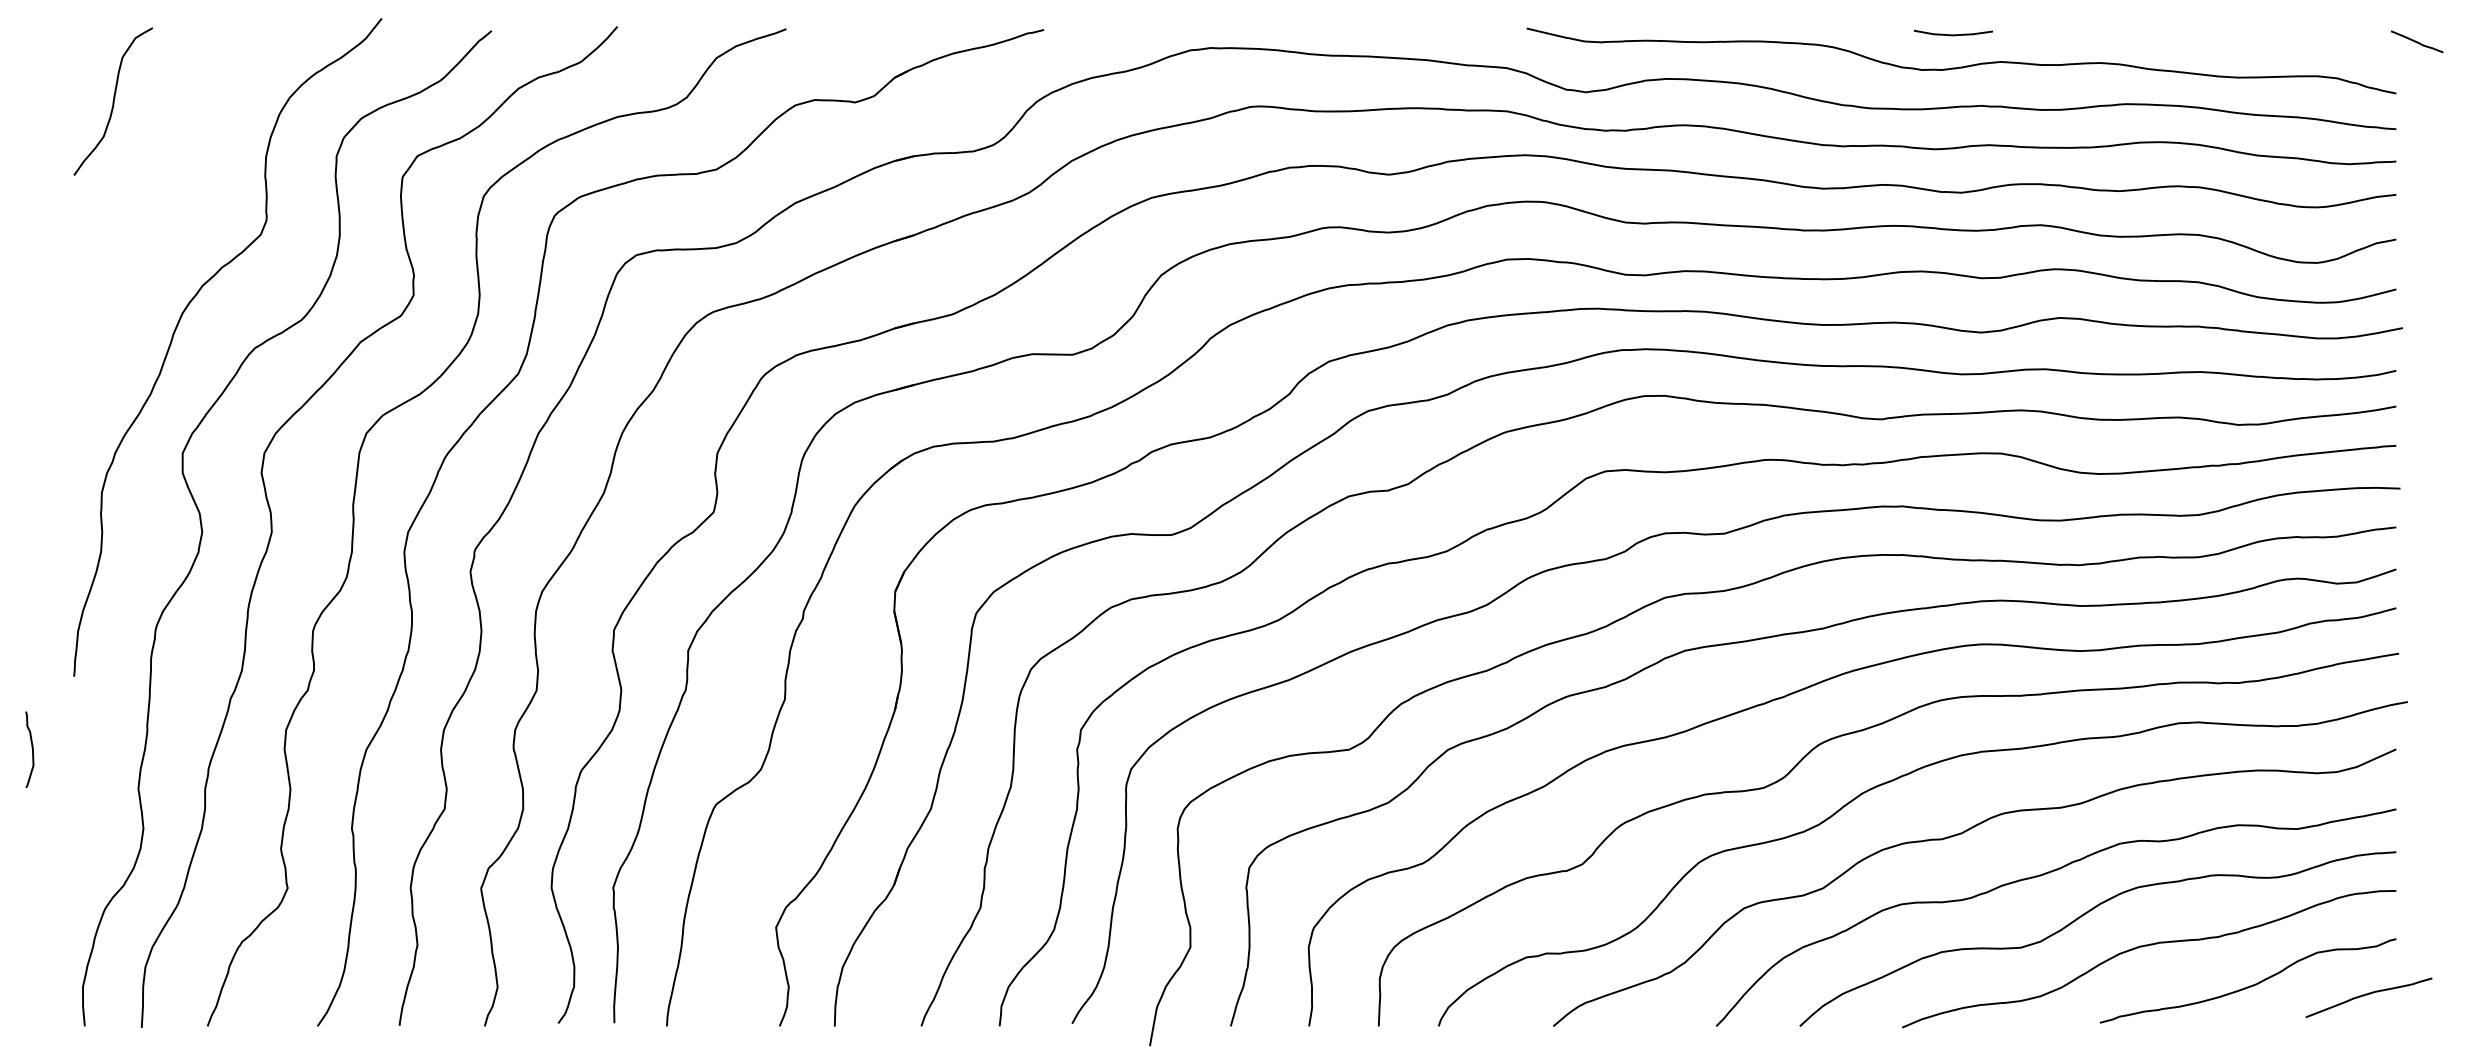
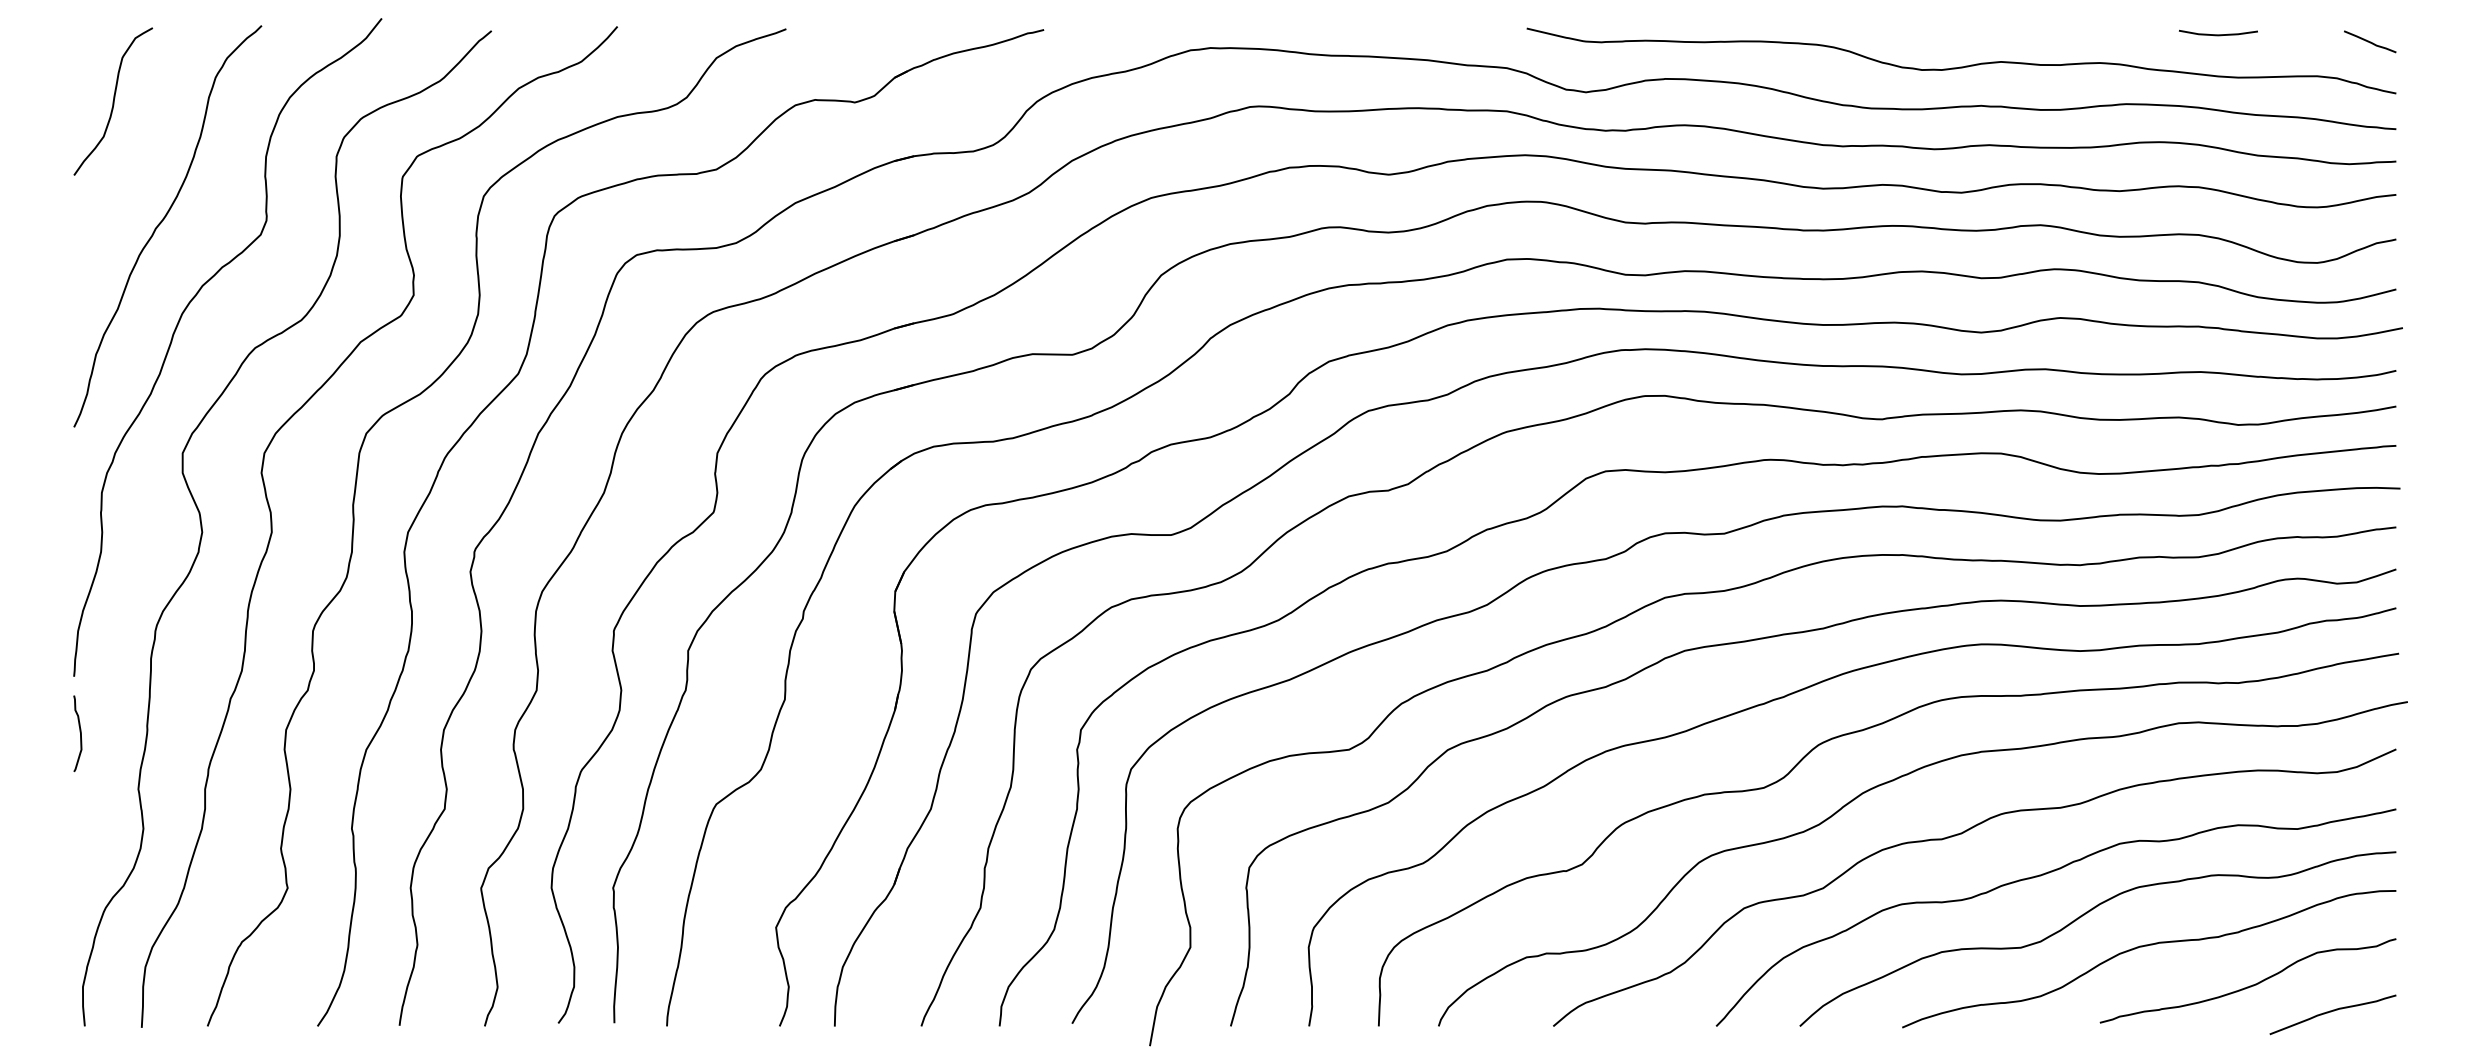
curve at (1953, 34) position: (1953, 34) -> (2218, 34)
curve at (2417, 41) position: (2417, 41) -> (2370, 41)
curve at (162, 222): none -> present
curve at (31, 748) position: (31, 748) -> (79, 732)
curve at (2367, 995) position: (2367, 995) -> (2331, 1012)
